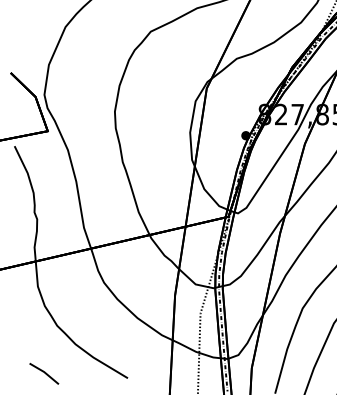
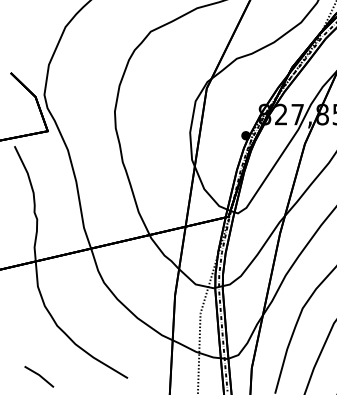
line at (44, 373) position: (44, 373) -> (39, 376)
